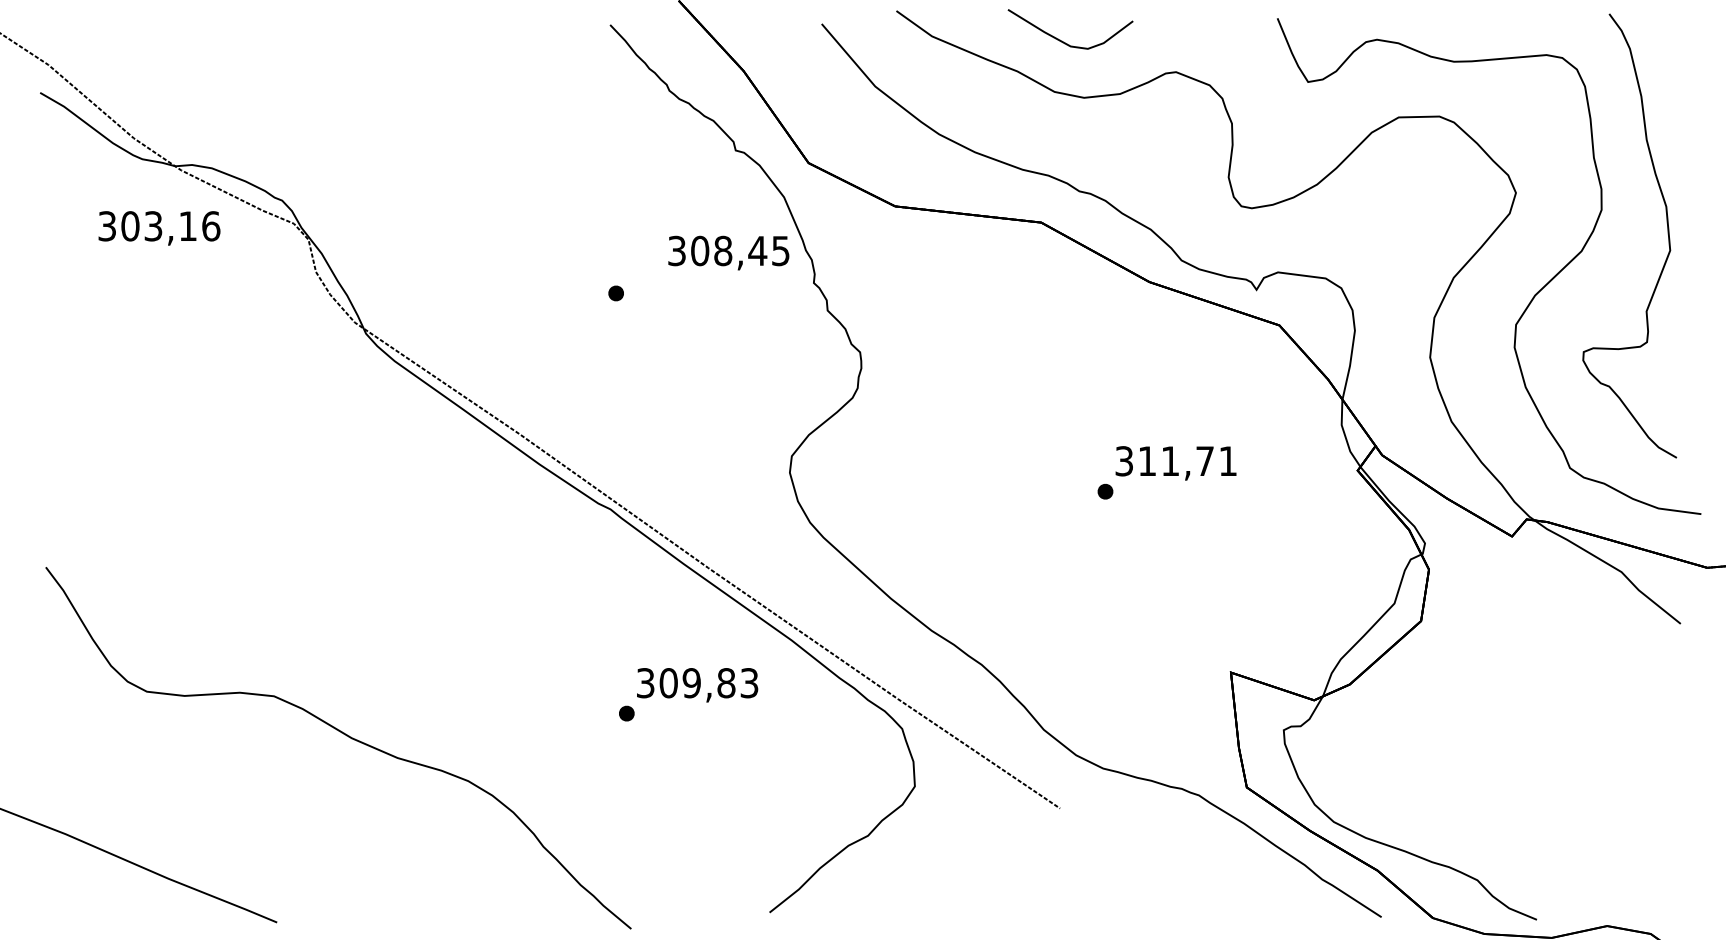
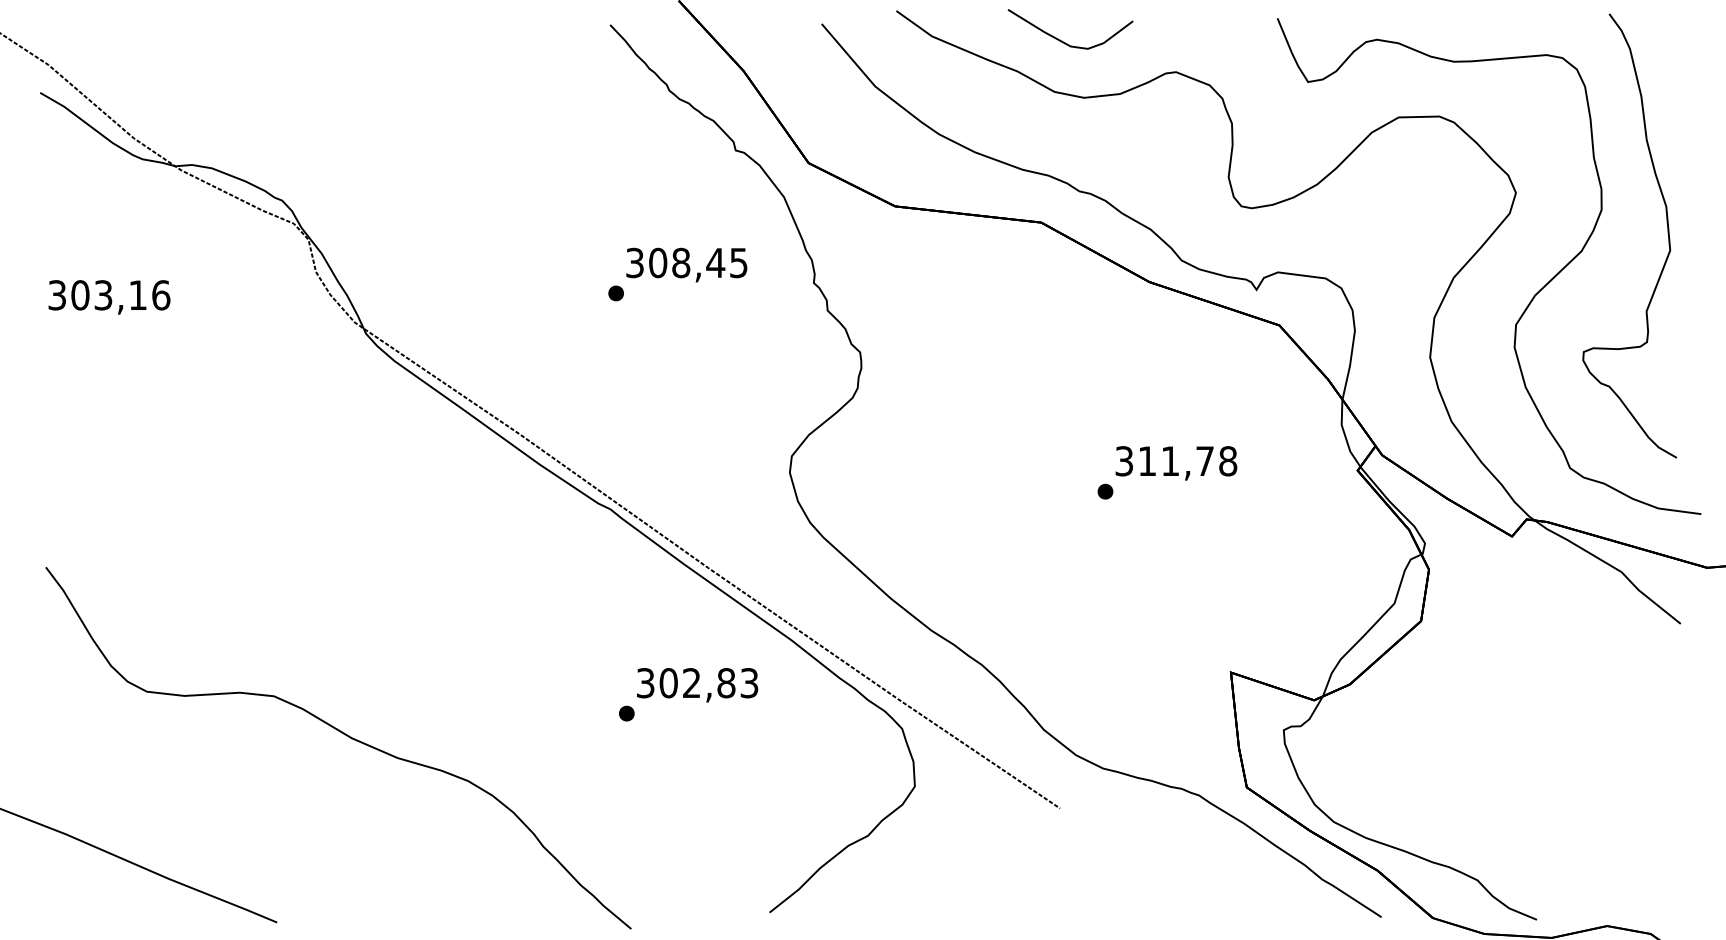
text at (159, 228) position: (159, 228) -> (109, 297)
text at (728, 252) position: (728, 252) -> (686, 264)
text at (1228, 461): 311,71 -> 311,78
text at (691, 683): 309,83 -> 302,83
